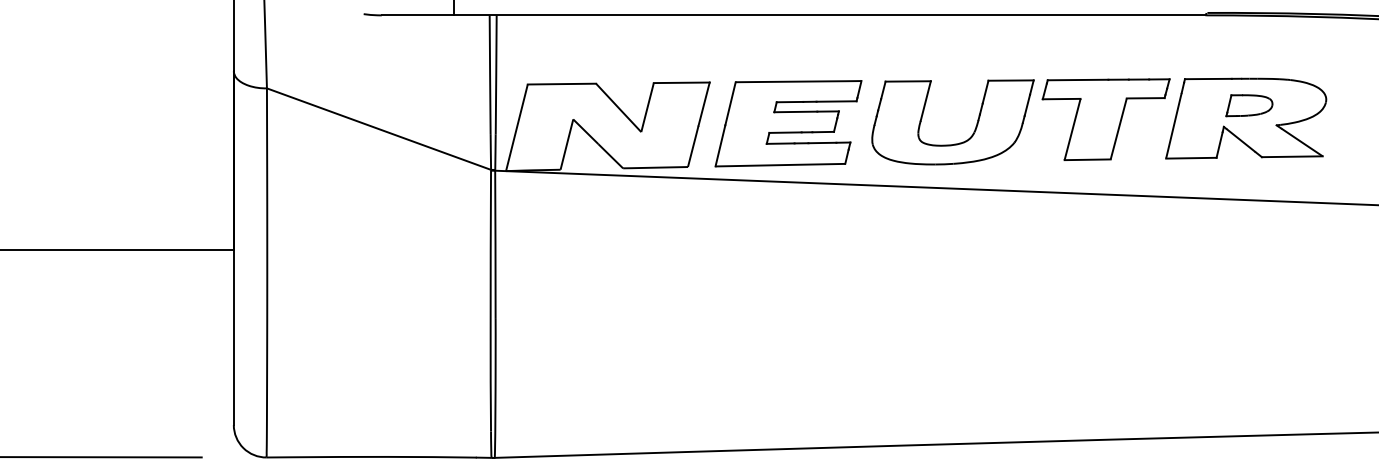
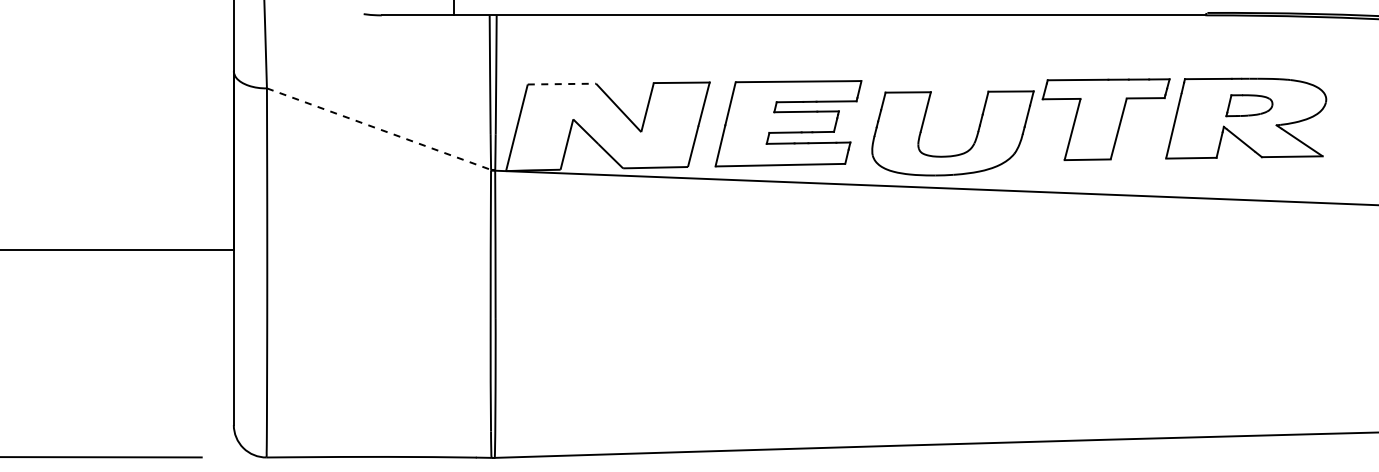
line at (562, 84): solid -> dashed
line at (379, 129): solid -> dashed
part at (954, 143) position: (954, 143) -> (954, 154)
